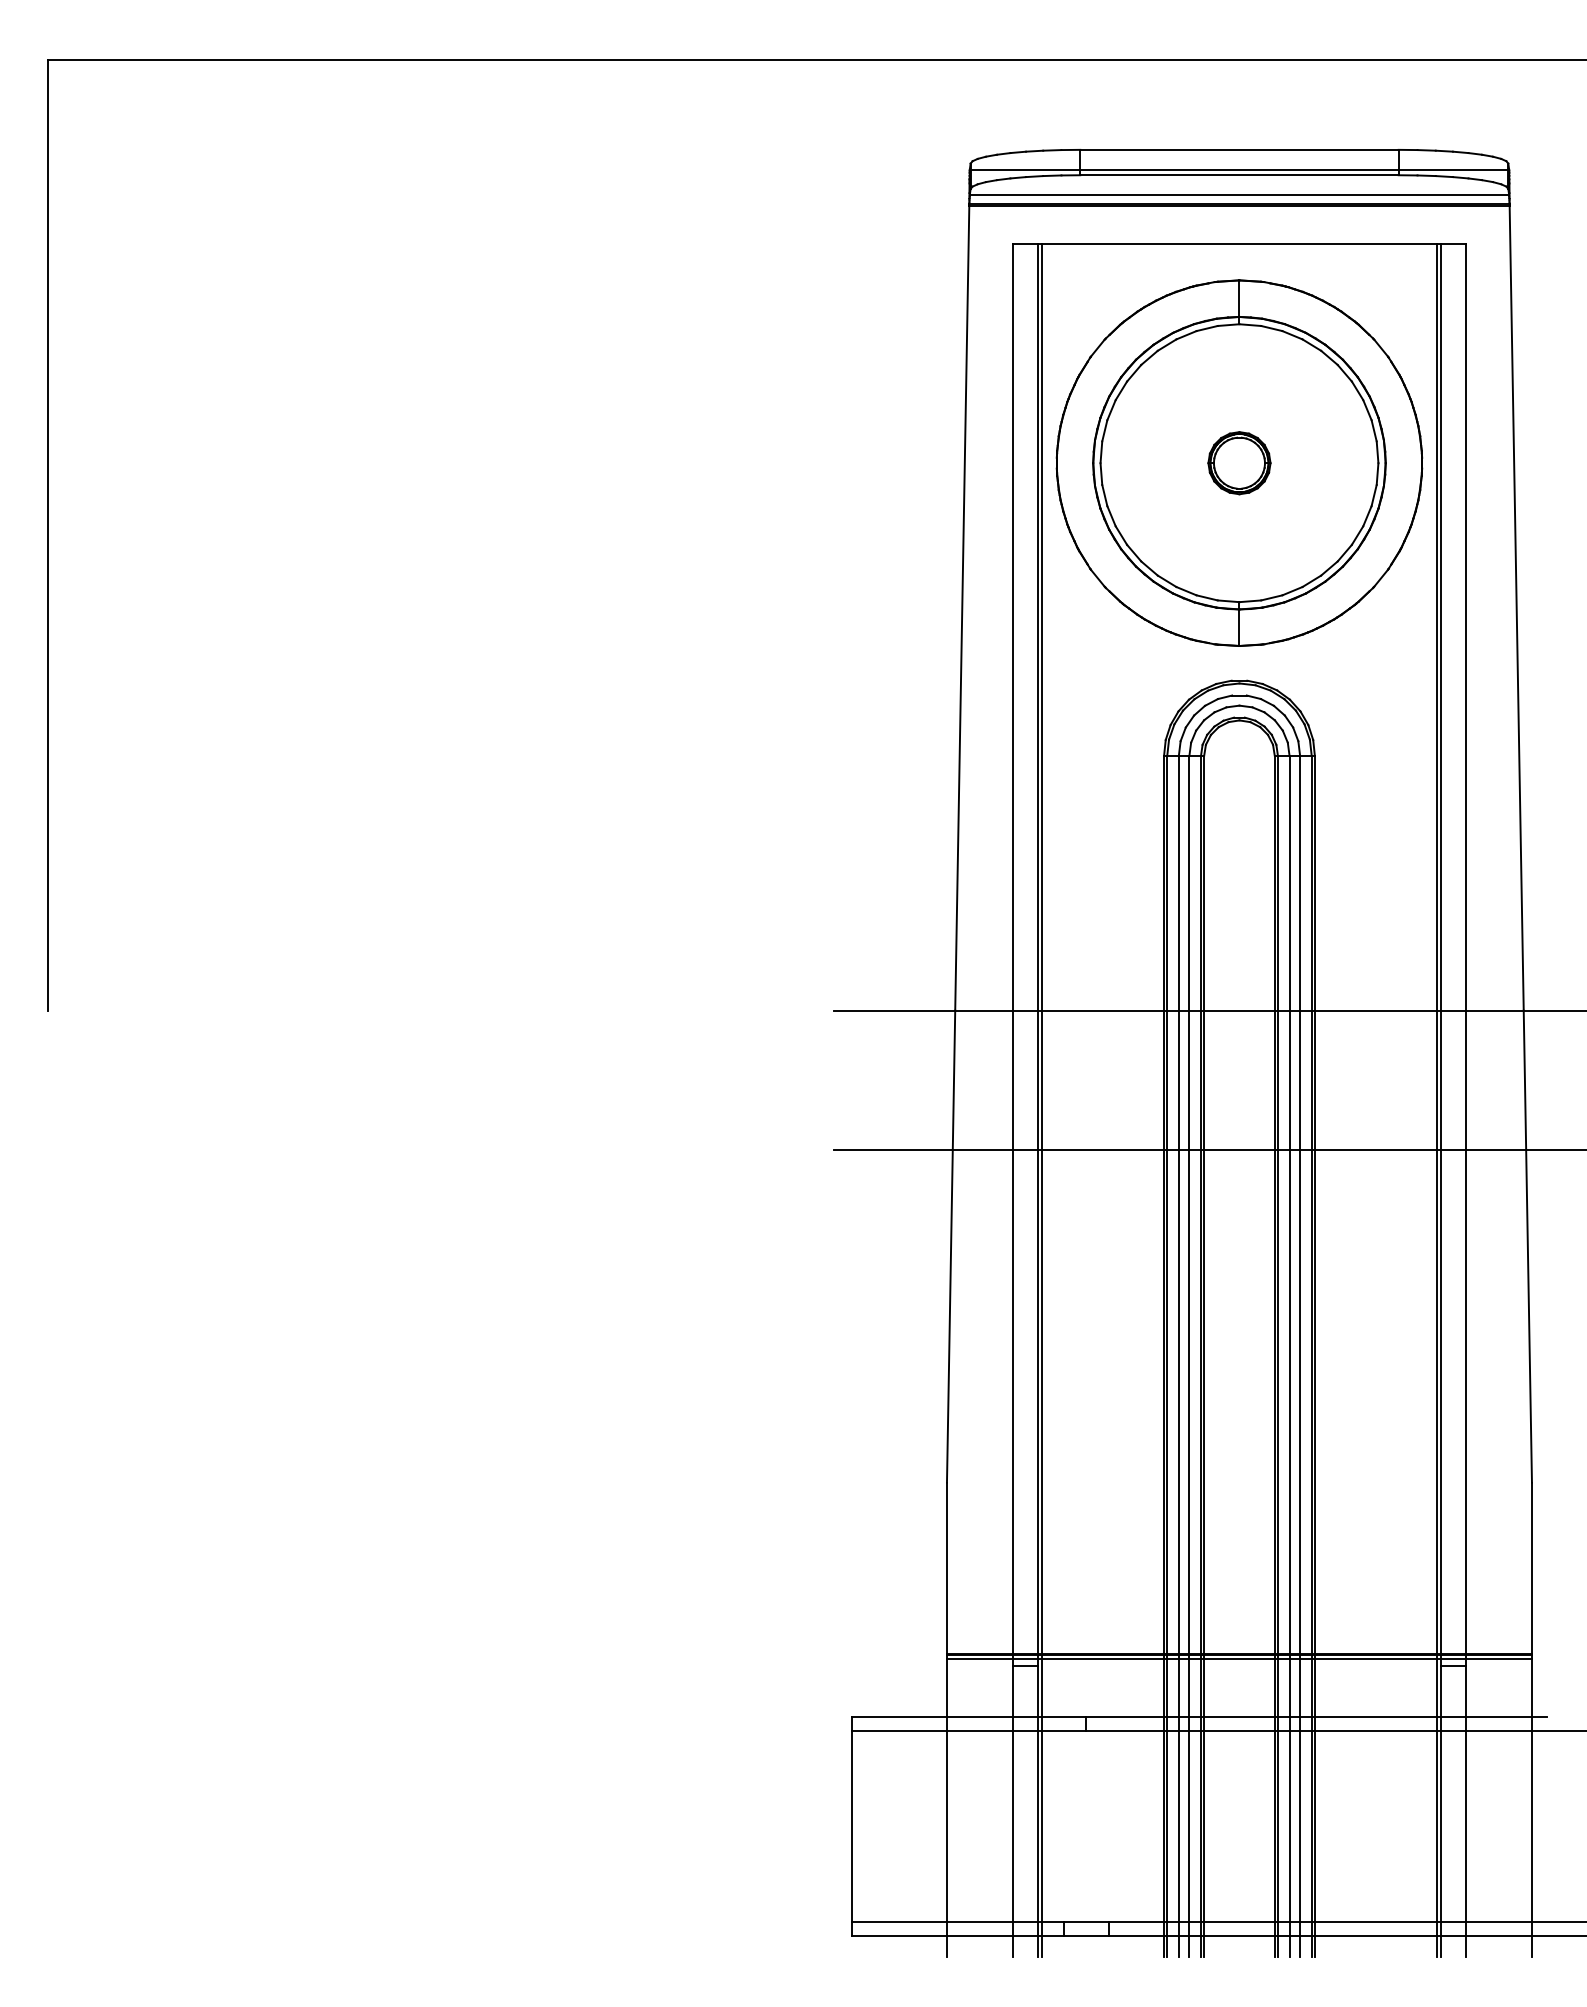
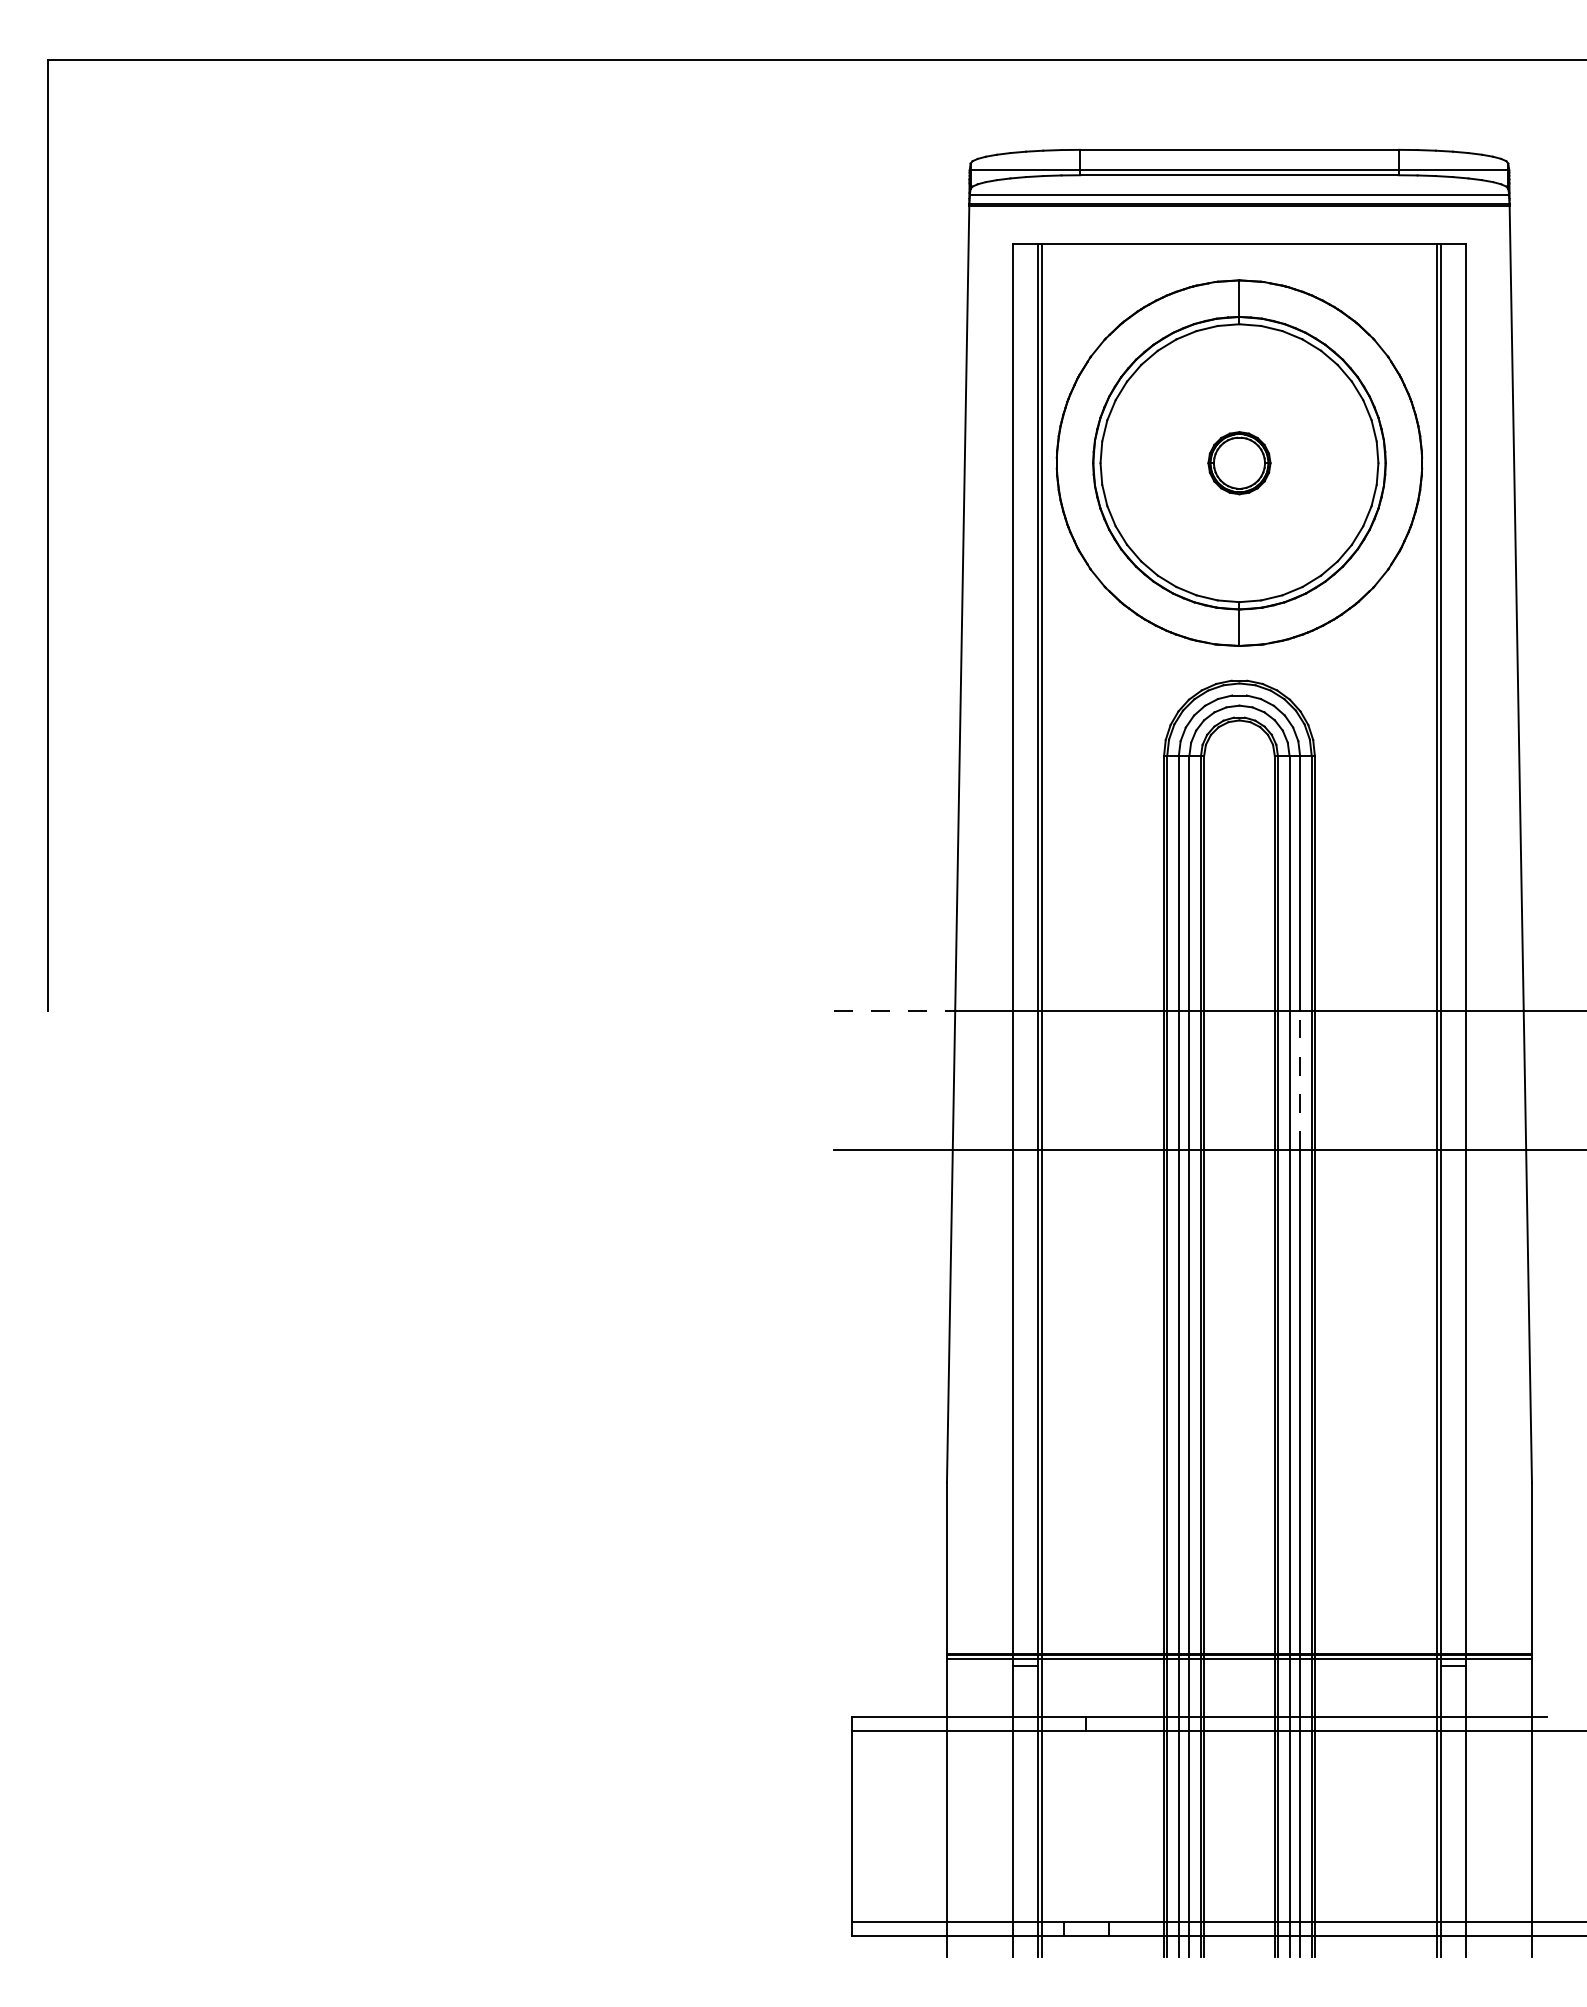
line at (894, 1010): solid -> dashed
line at (1300, 1080): solid -> dashed
